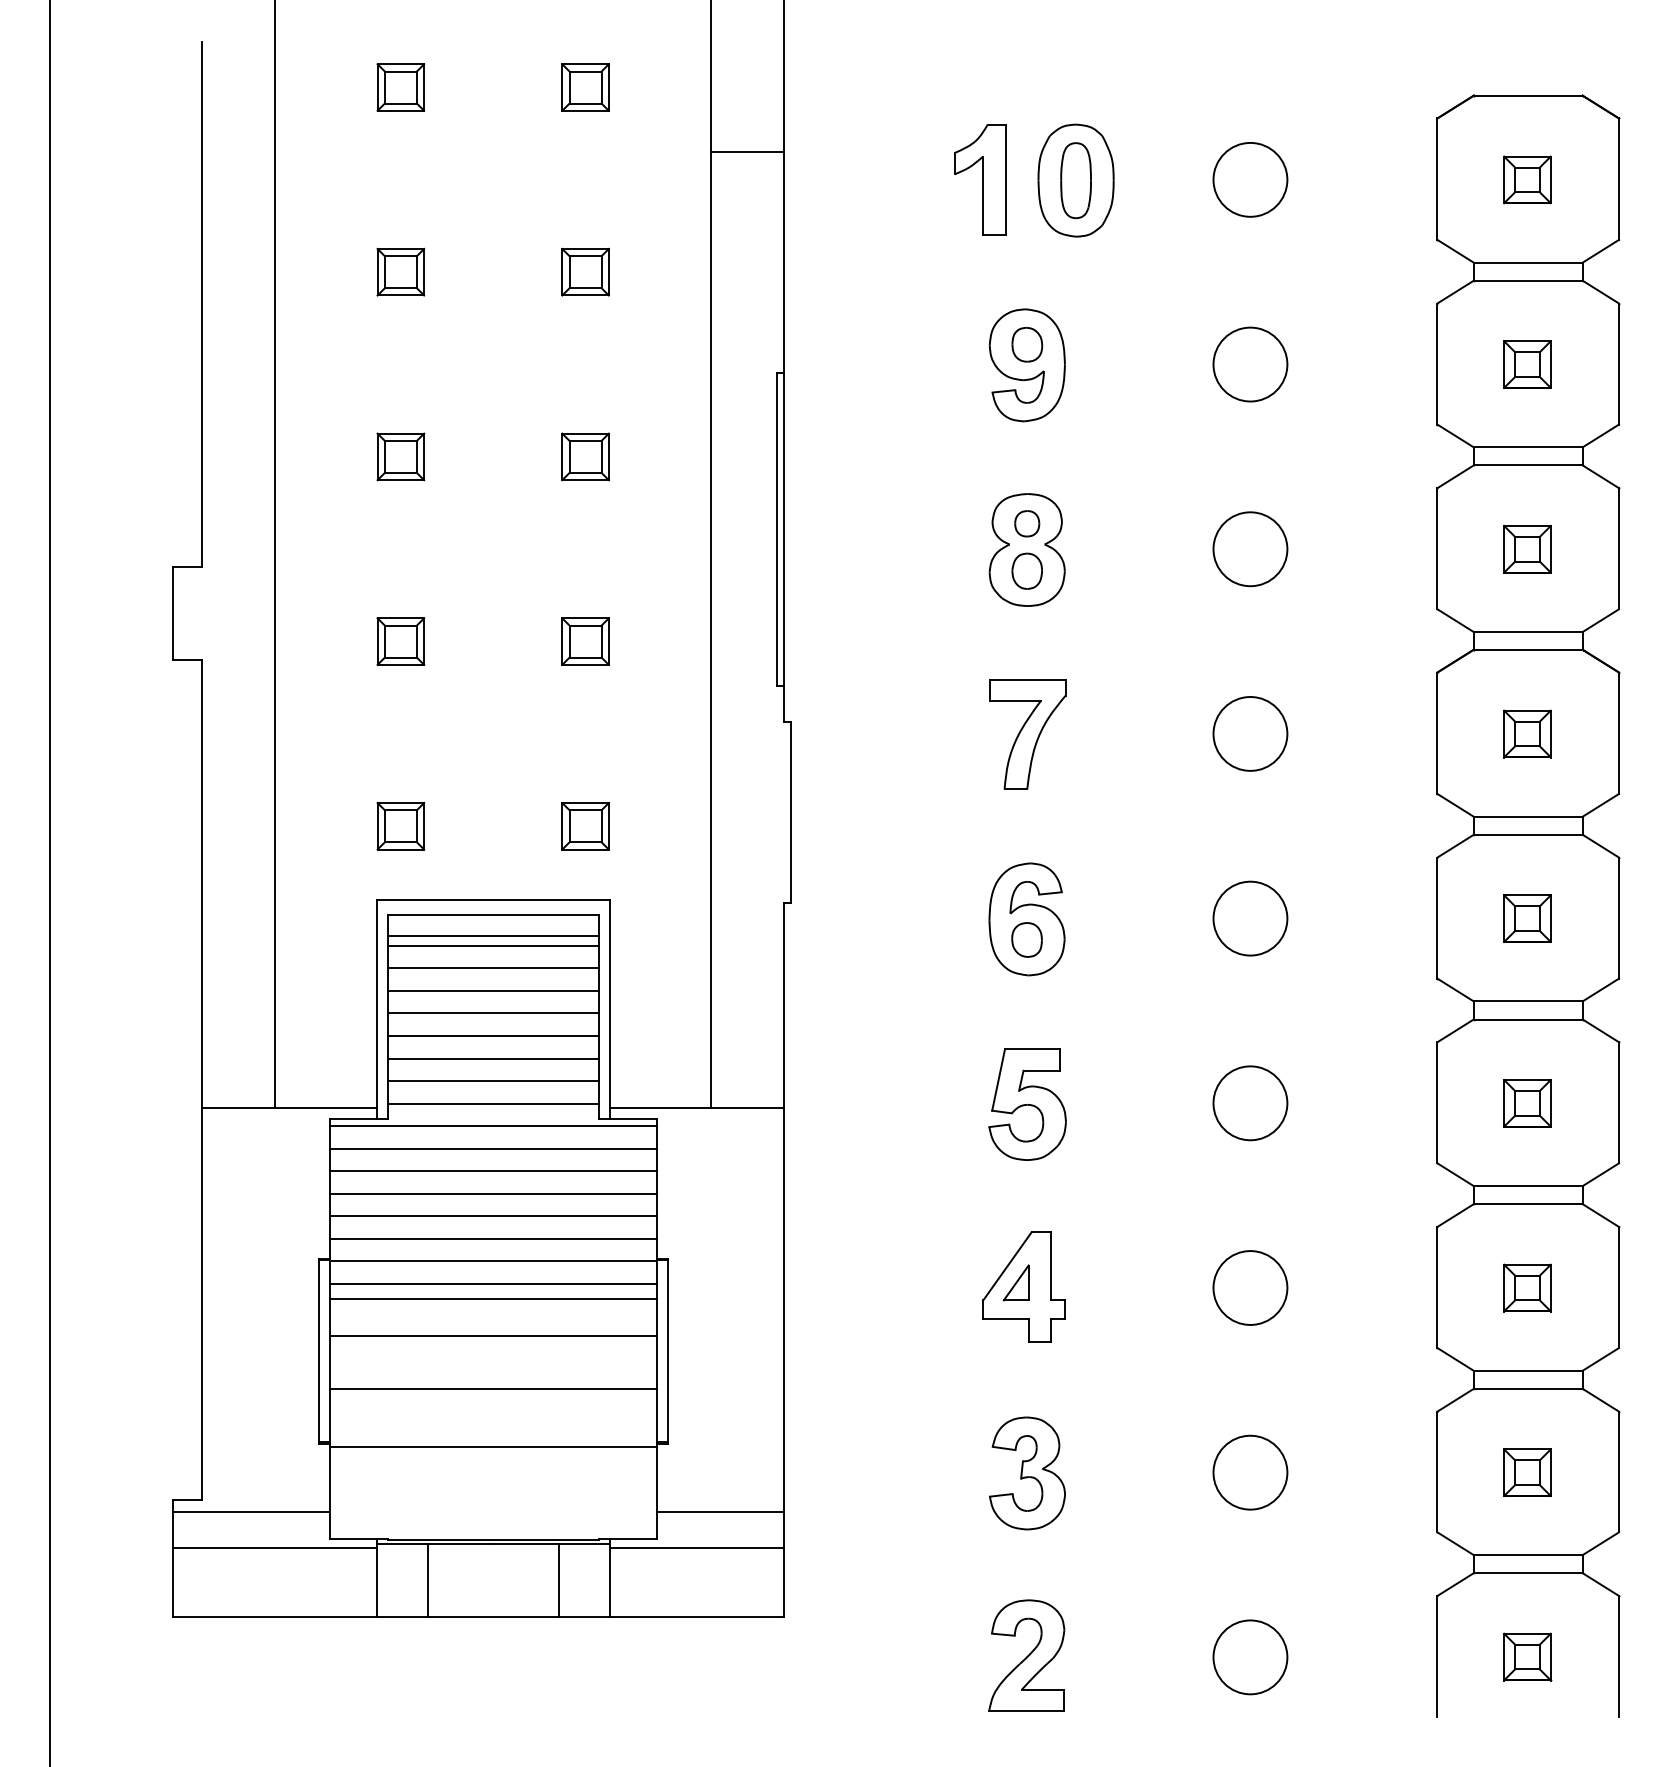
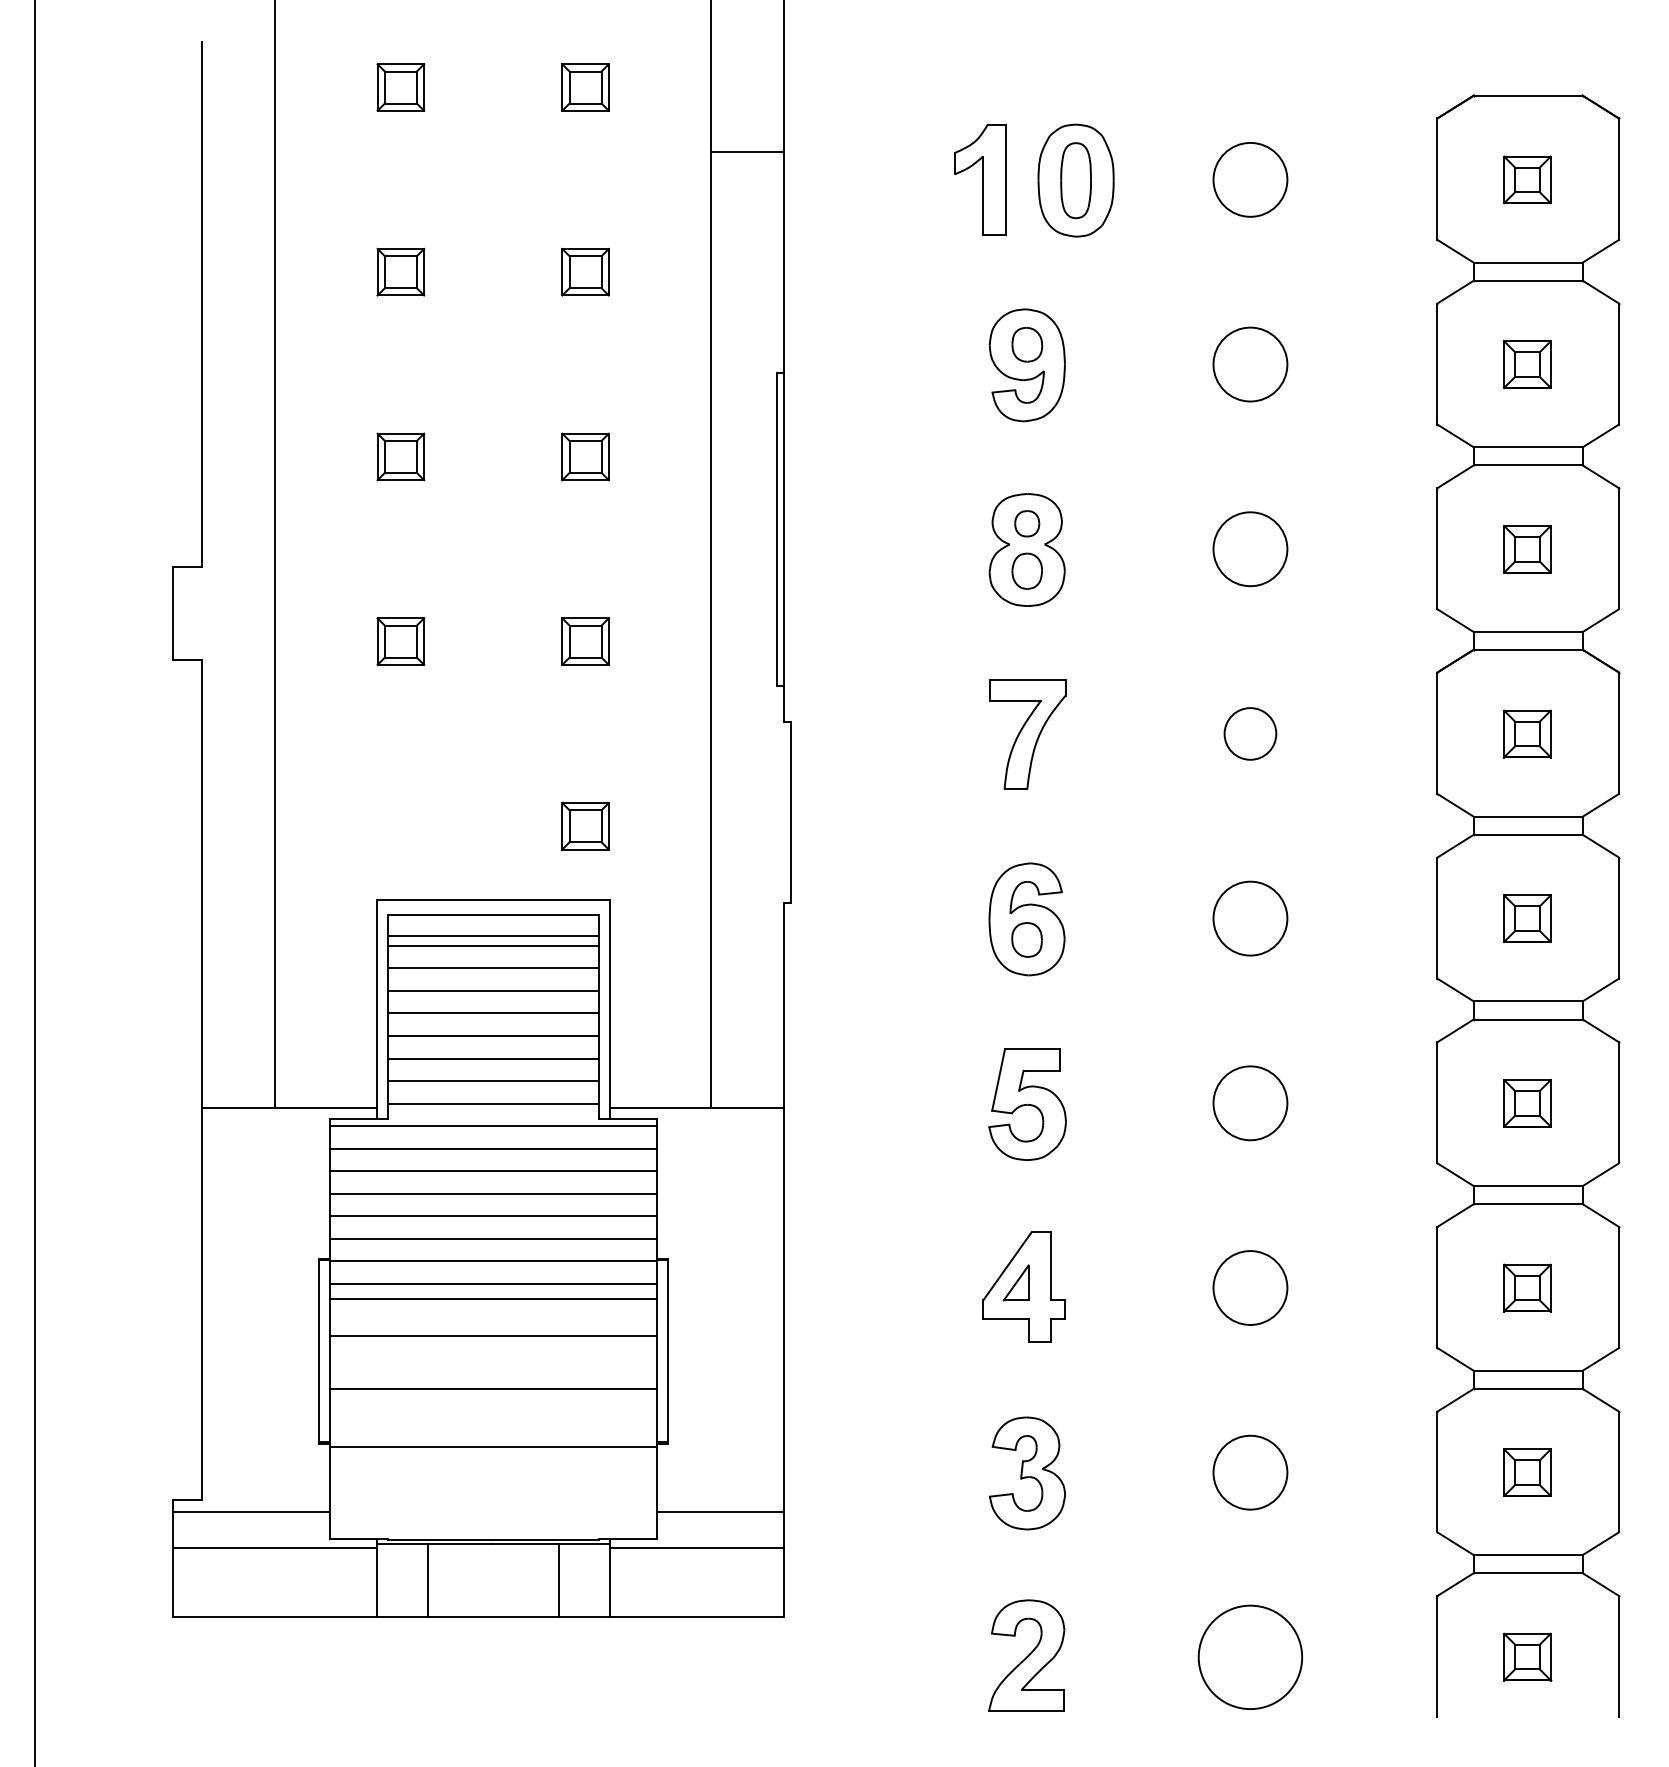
circle at (1250, 733) diameter: 74 px -> 52 px
part at (400, 826): present -> none
line at (49, 882) position: (49, 882) -> (34, 882)
circle at (1250, 1657) diameter: 74 px -> 103 px
